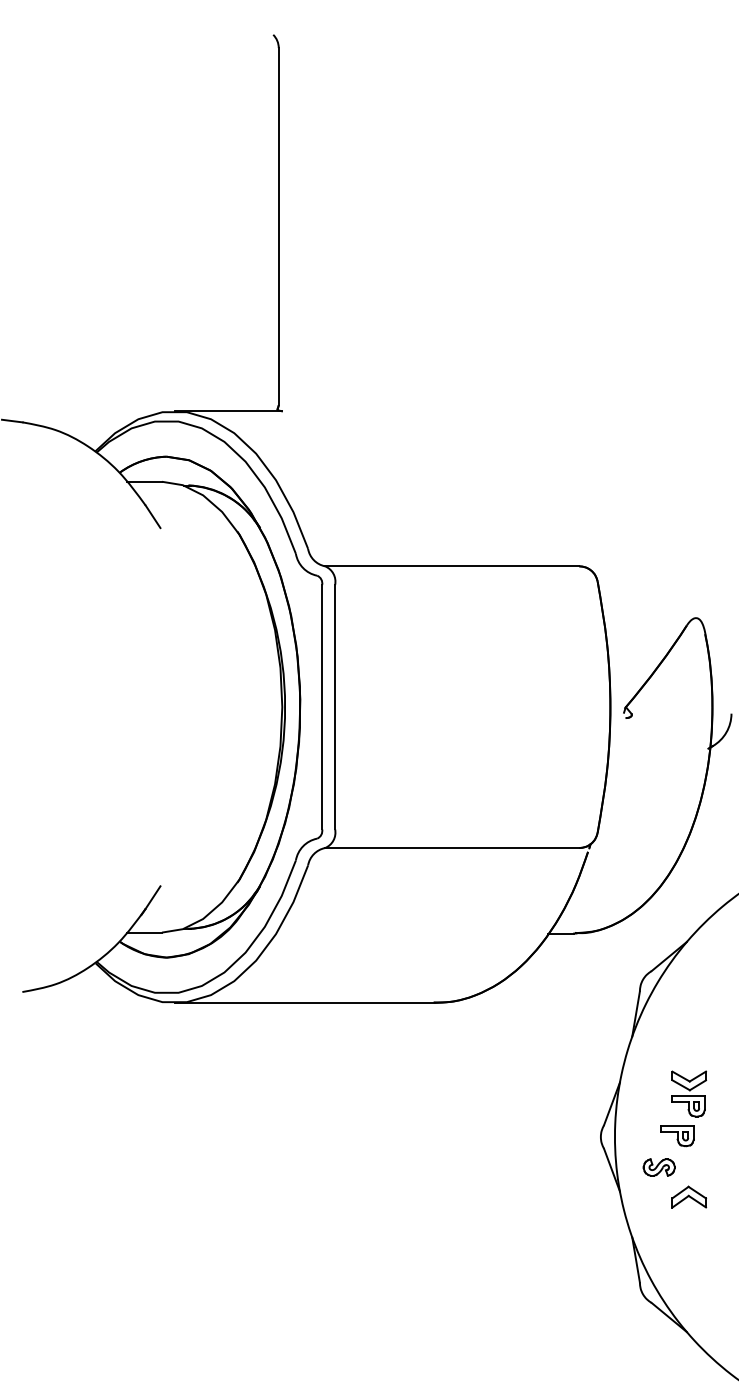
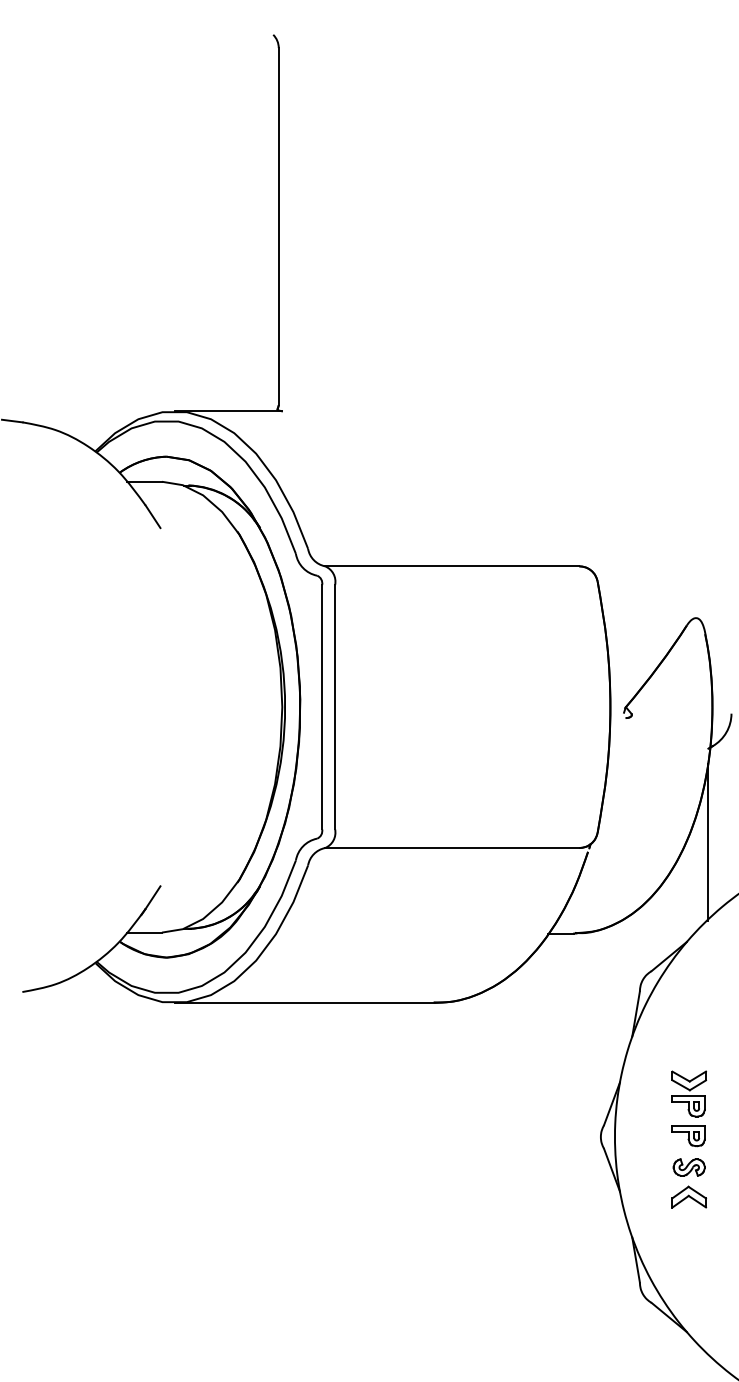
line at (708, 842): none -> present
part at (677, 1136) position: (677, 1136) -> (688, 1136)
part at (658, 1167) position: (658, 1167) -> (688, 1167)
